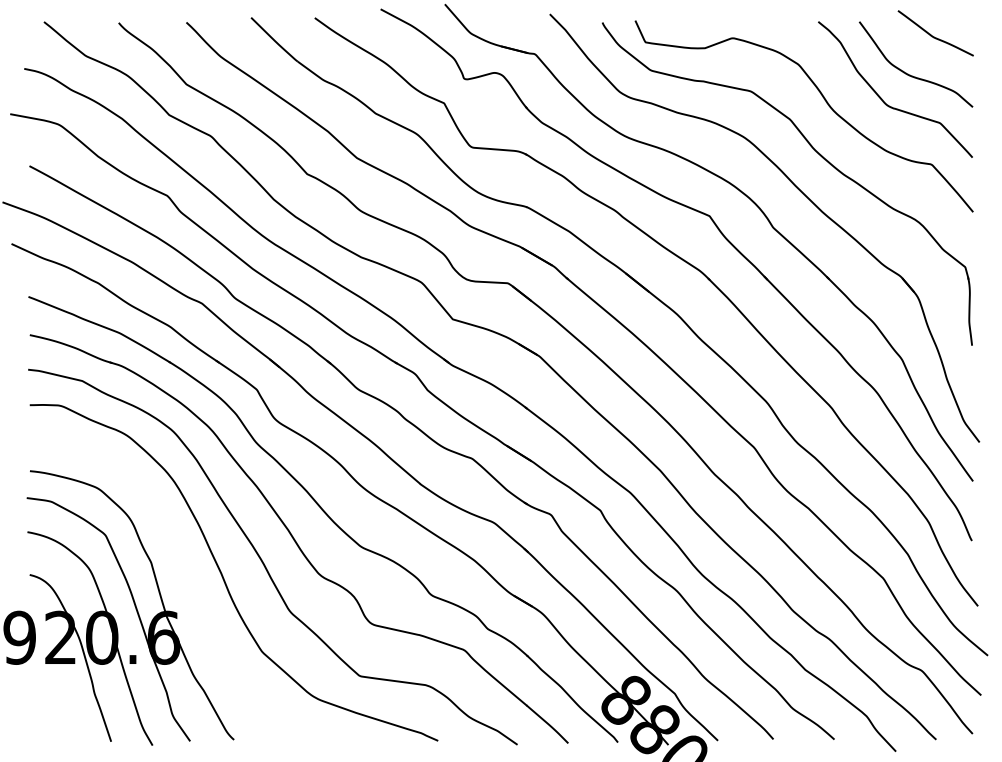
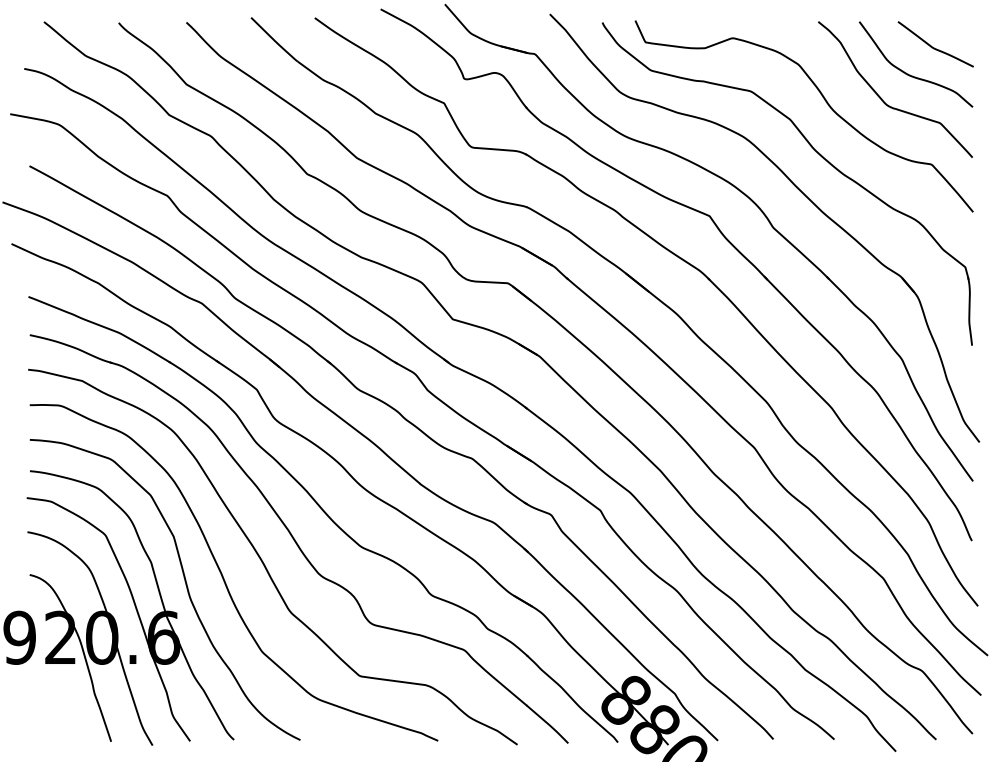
curve at (934, 36) position: (934, 36) -> (934, 47)
curve at (185, 585): none -> present
